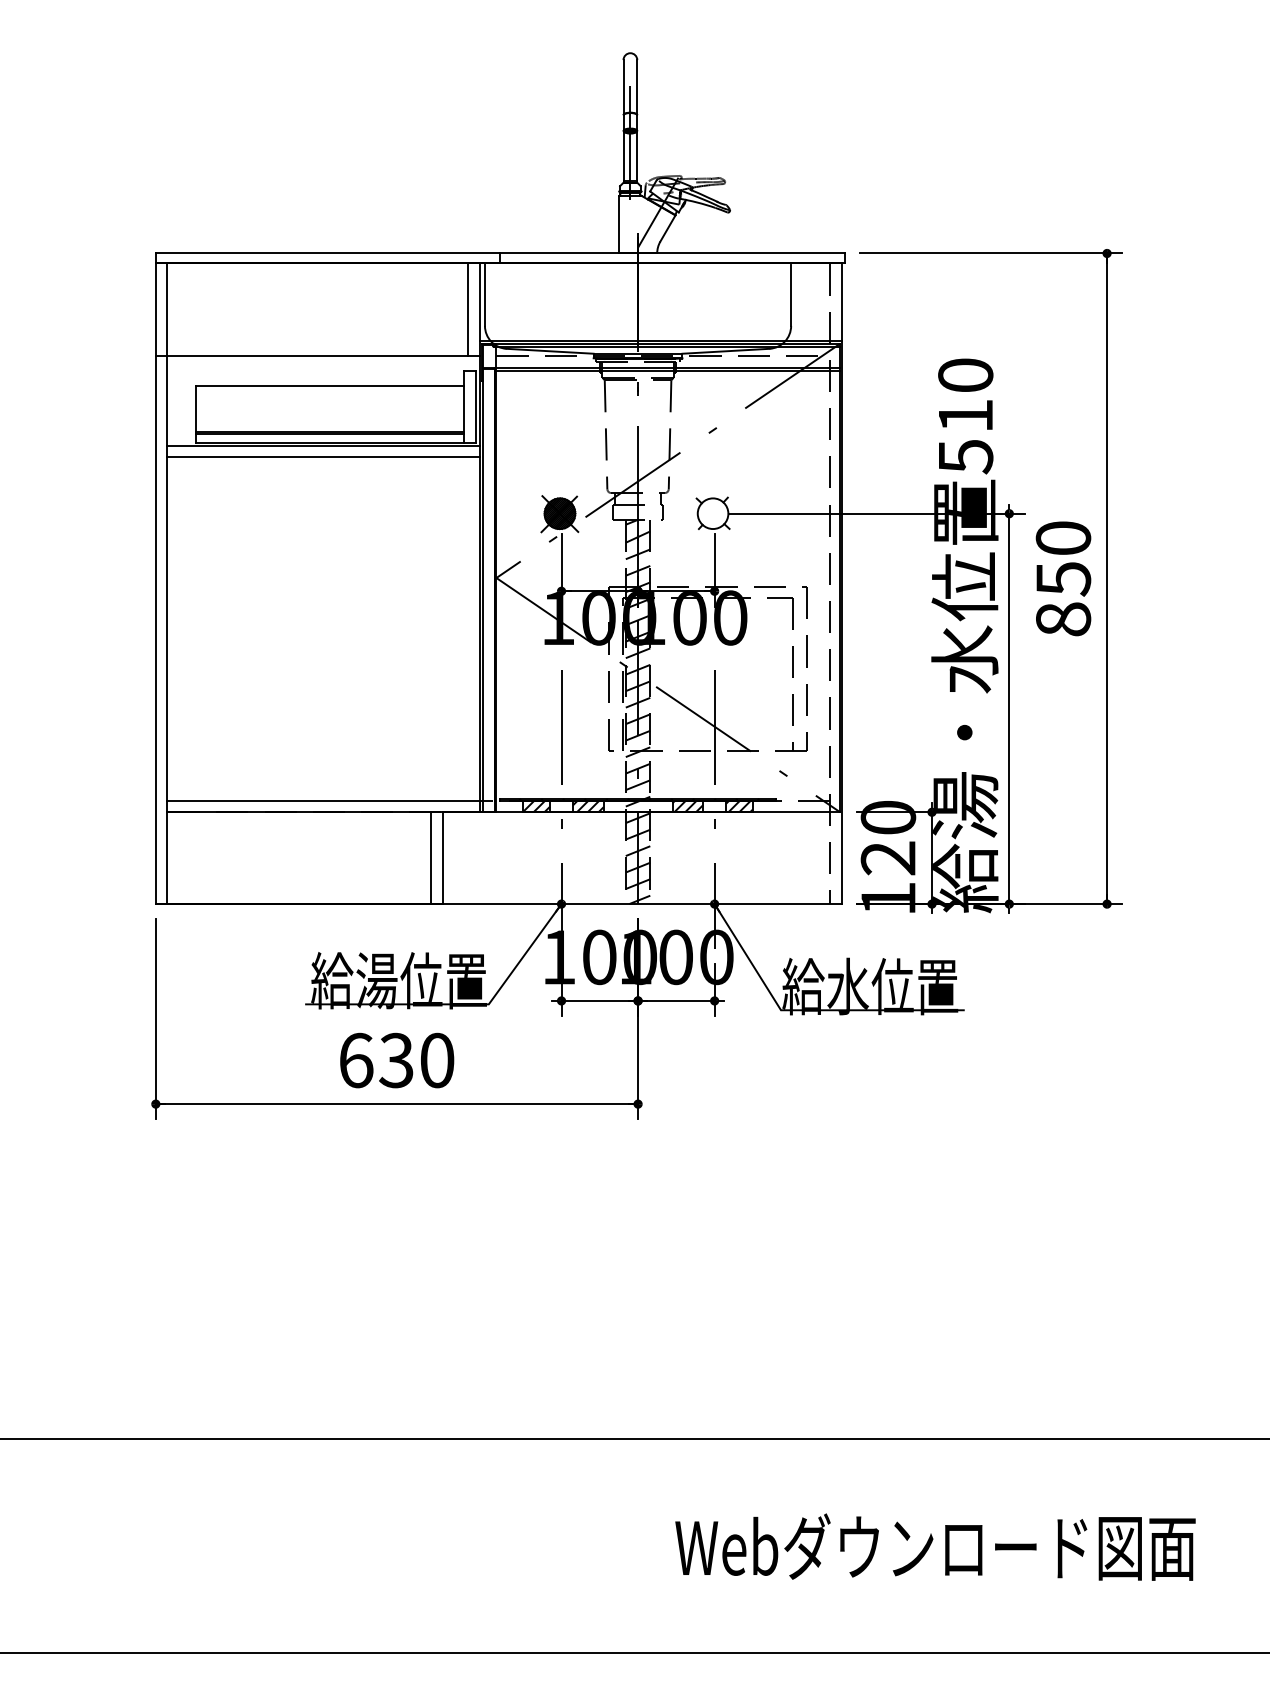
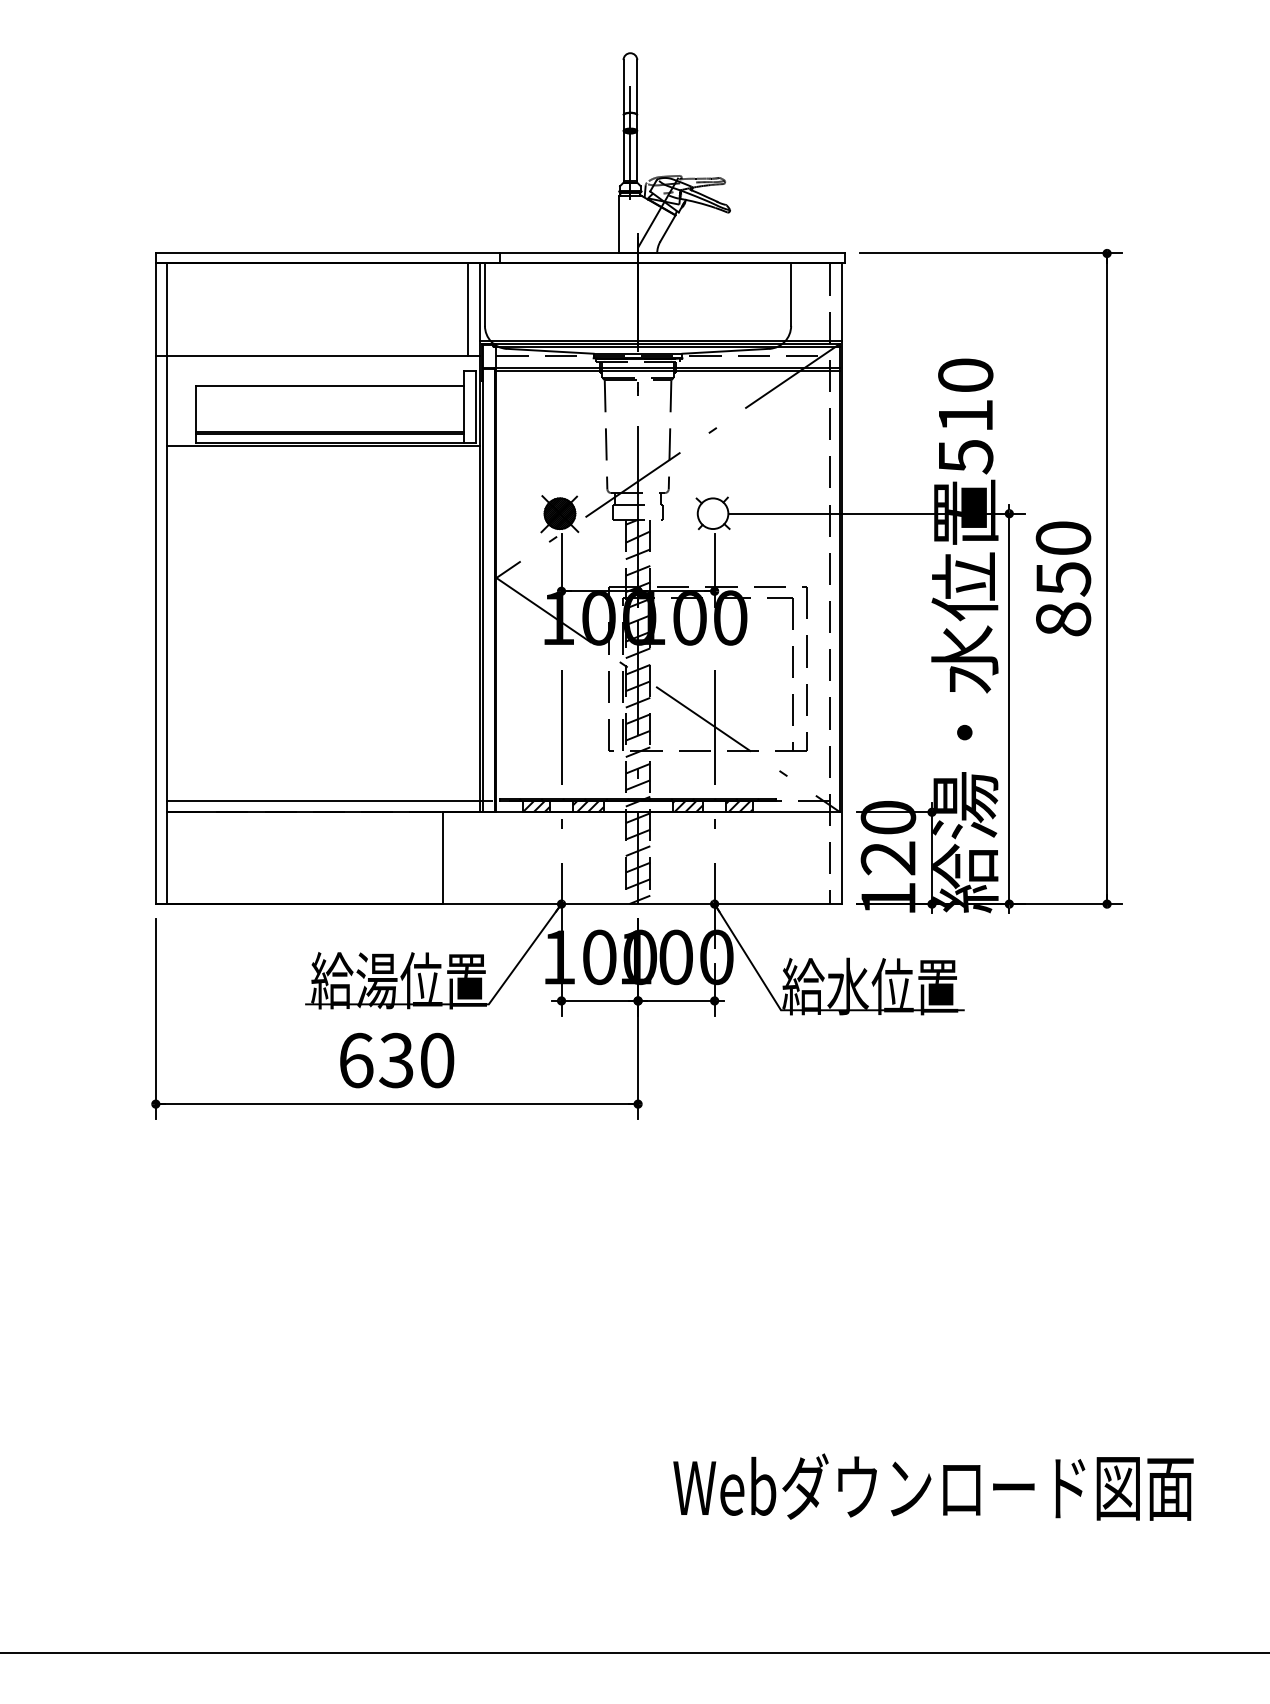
line at (323, 457): present -> none
line at (431, 858): present -> none
line at (634, 1438): present -> none
text at (935, 1546) position: (935, 1546) -> (933, 1486)
